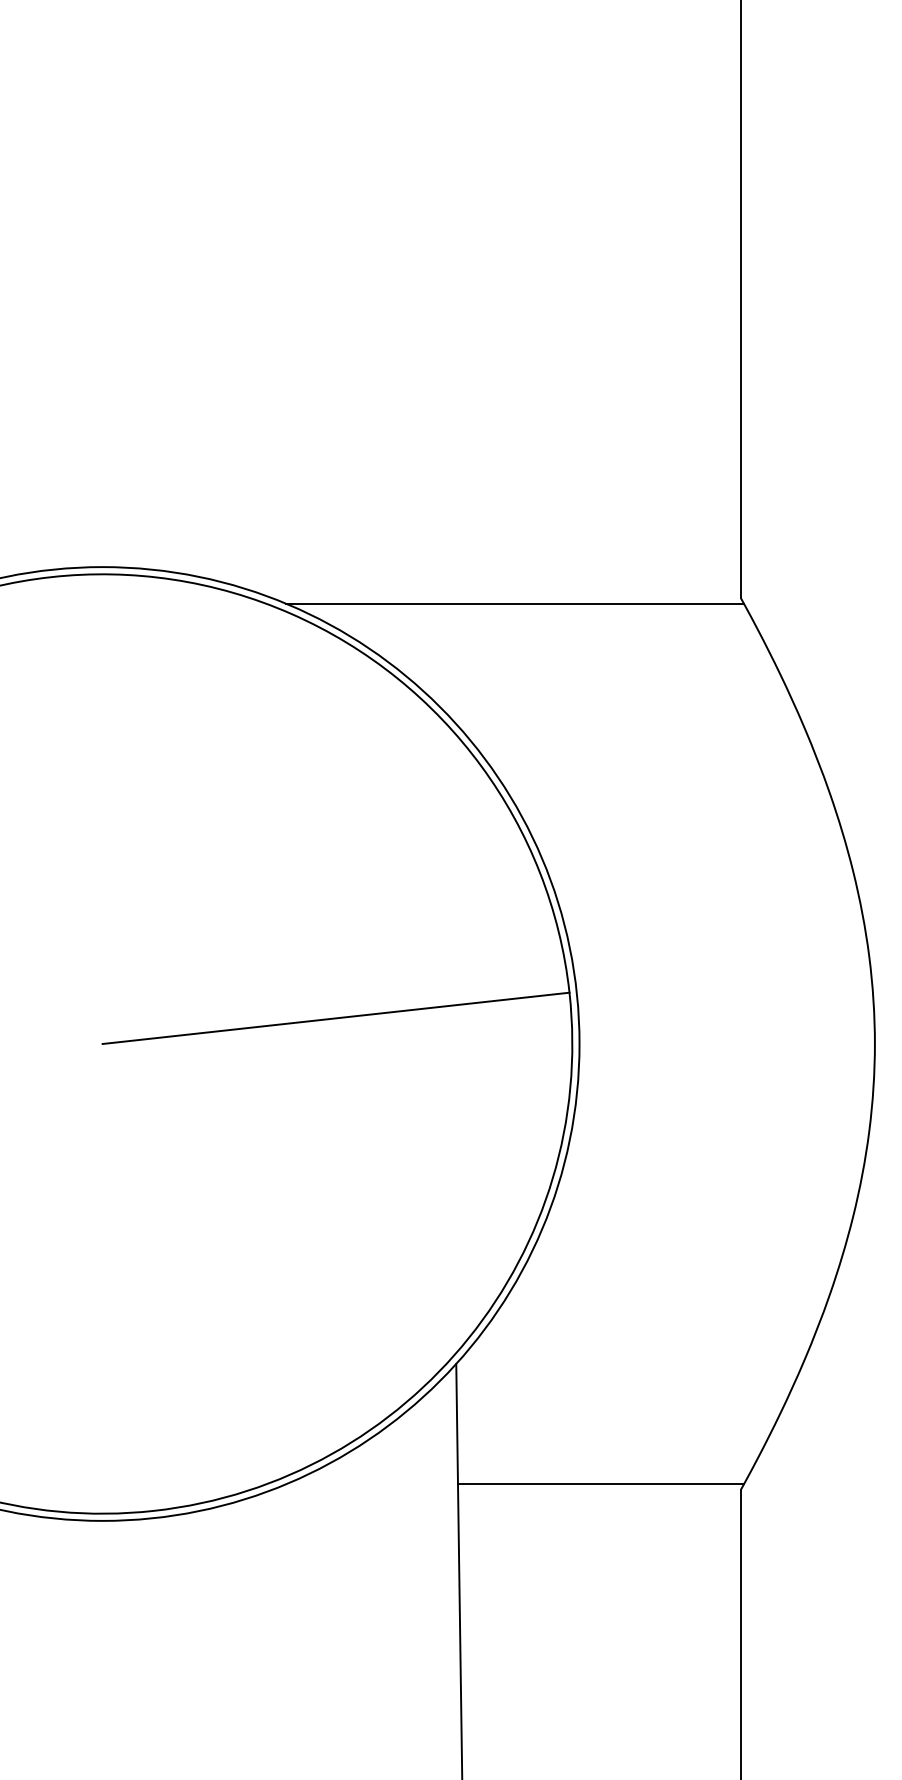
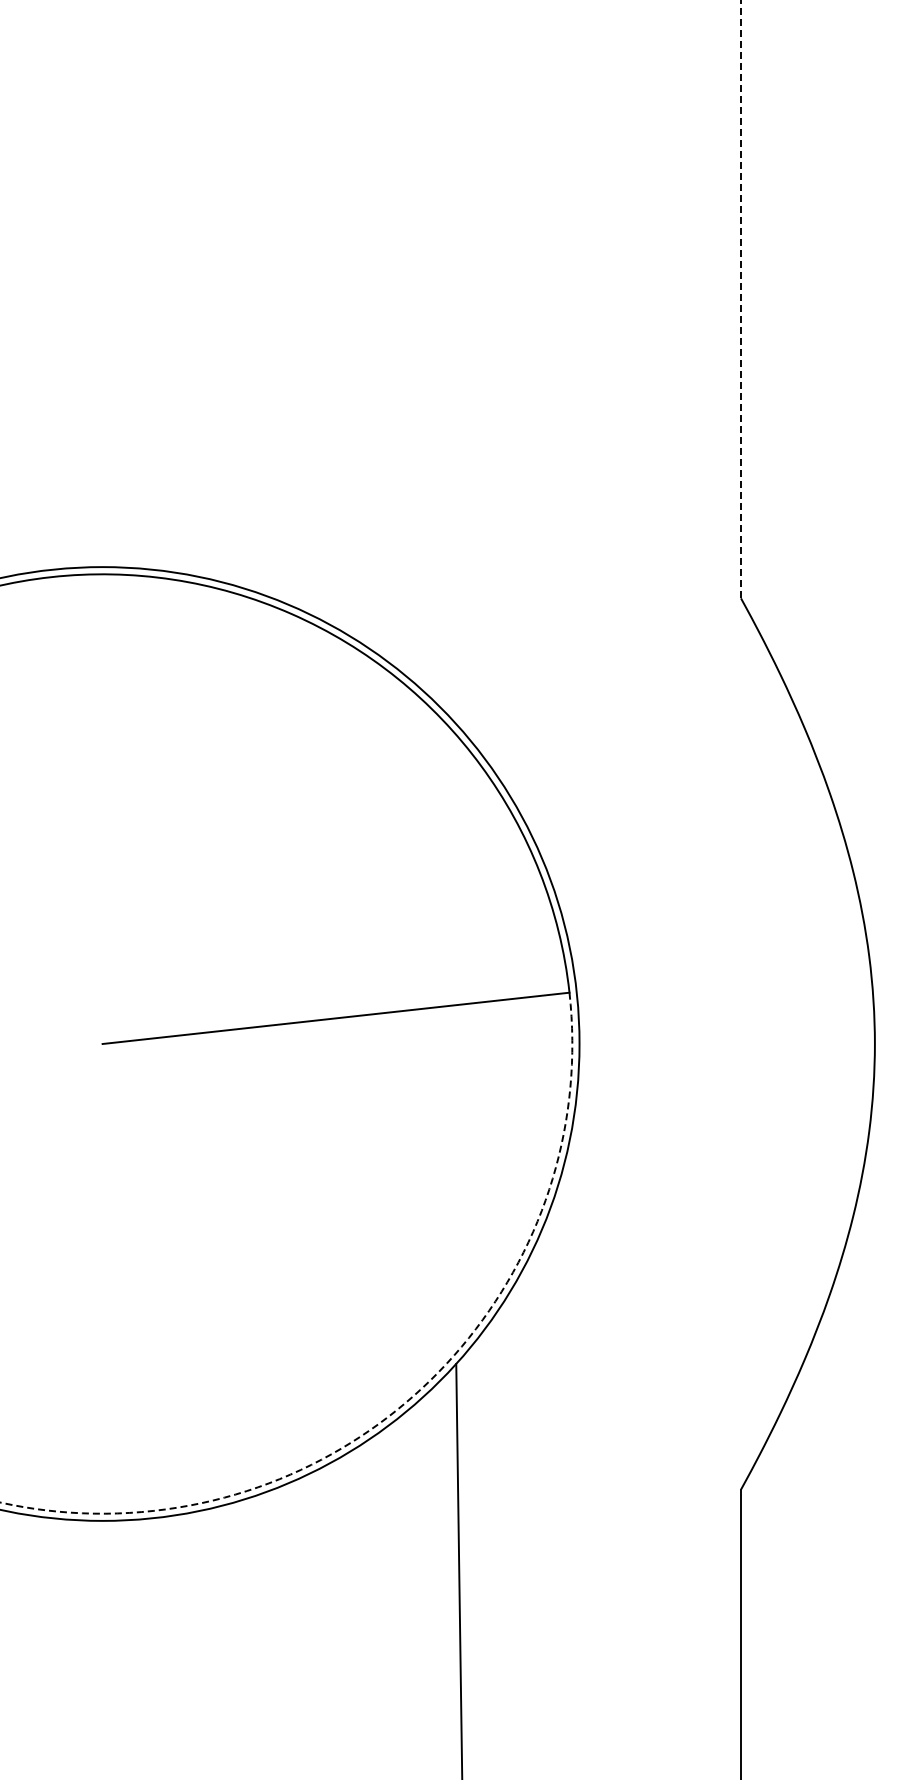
line at (741, 299): solid -> dashed
line at (514, 603): present -> none
arc at (417, 1392): solid -> dashed
line at (600, 1484): present -> none
